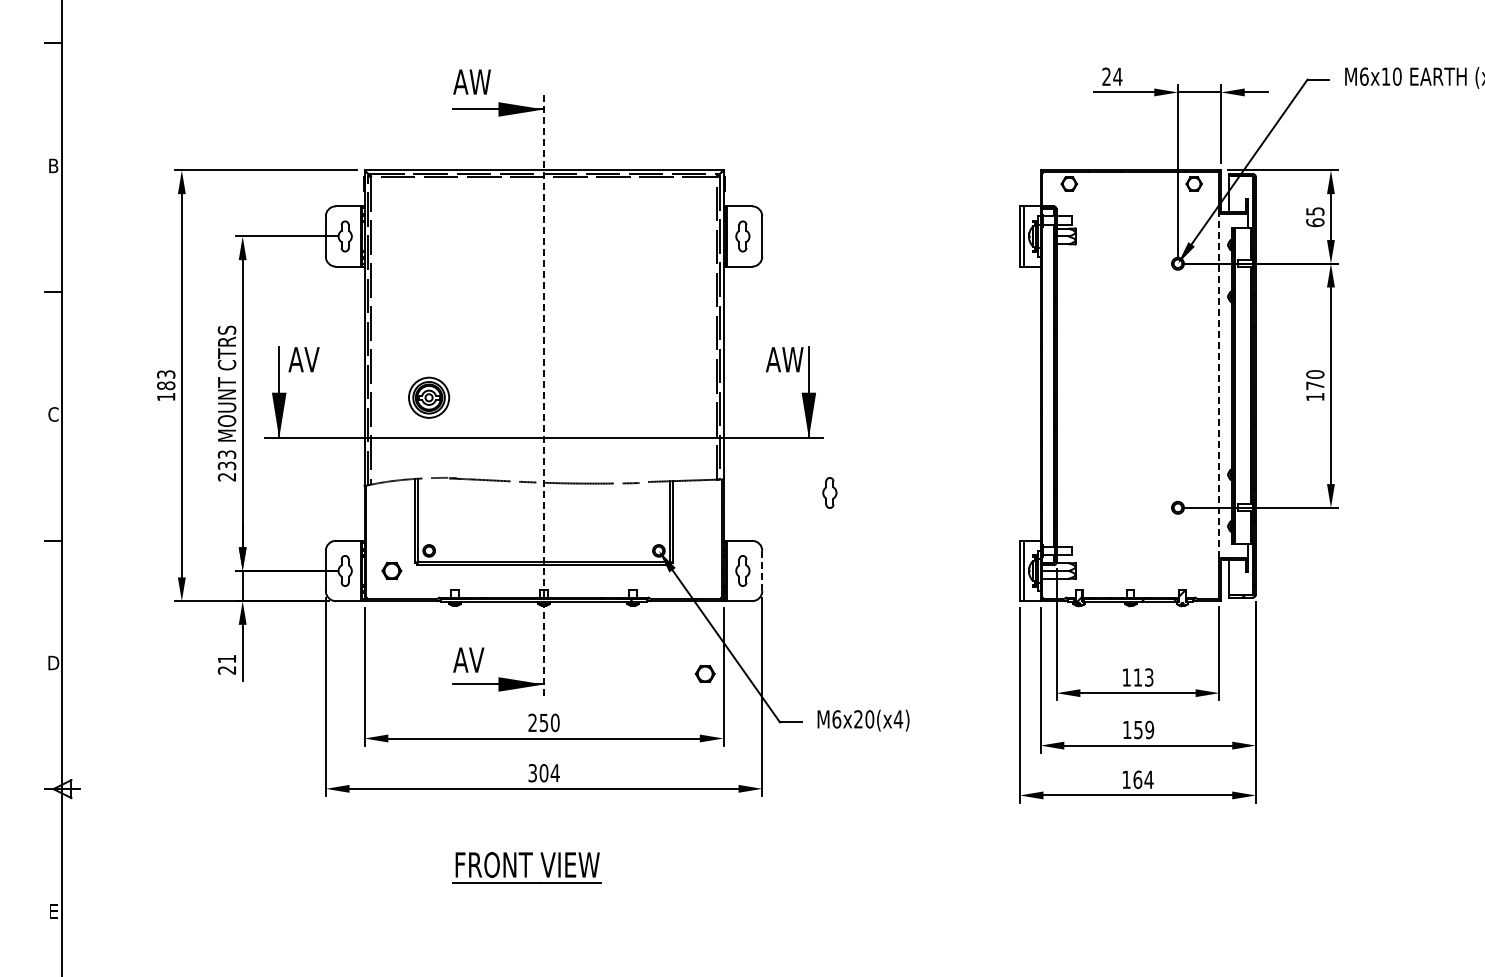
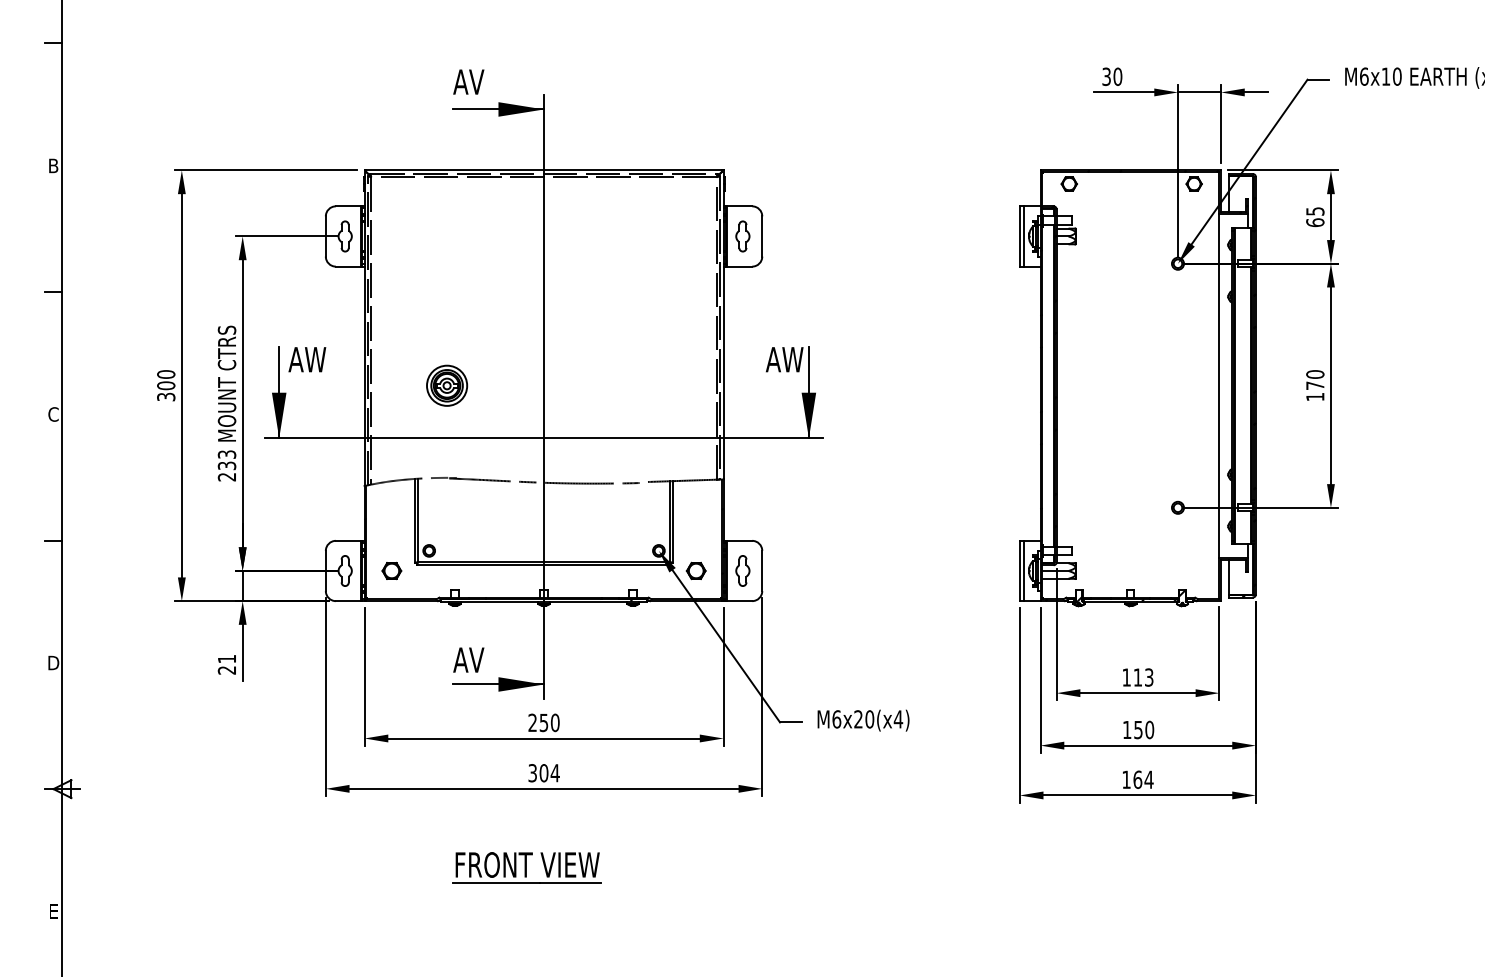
text at (1112, 76): 24 -> 30
text at (479, 81): AW -> AV
text at (315, 359): AV -> AW
text at (166, 385): 183 -> 300
line at (1219, 385): dashed -> solid
line at (544, 396): dashed -> solid
part at (429, 397) position: (429, 397) -> (447, 385)
part at (829, 492): present -> none
line at (762, 570): dashed -> solid
part at (704, 673) position: (704, 673) -> (695, 570)
text at (1149, 730): 159 -> 150
